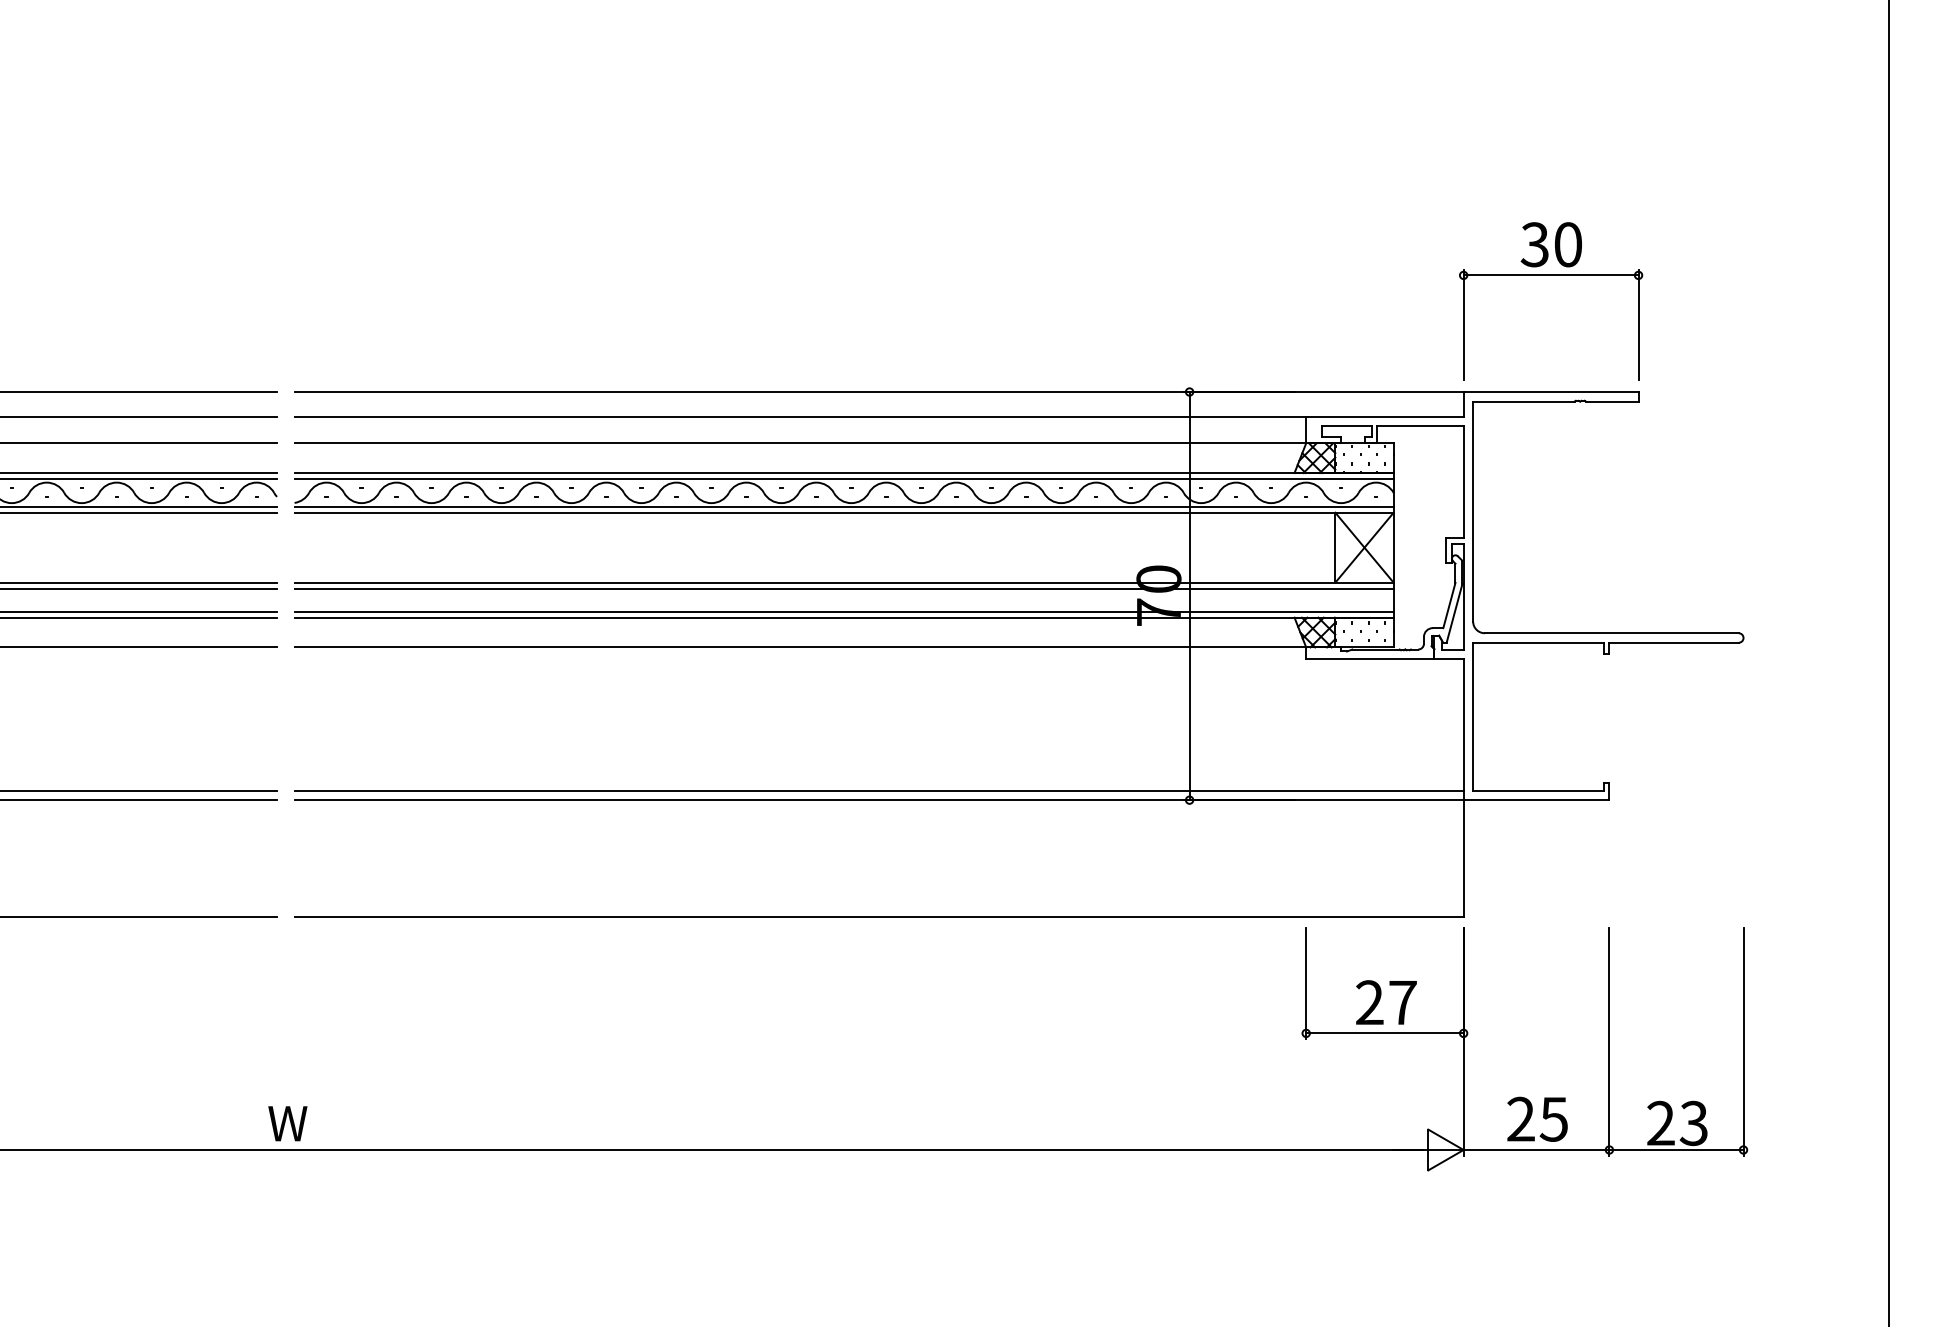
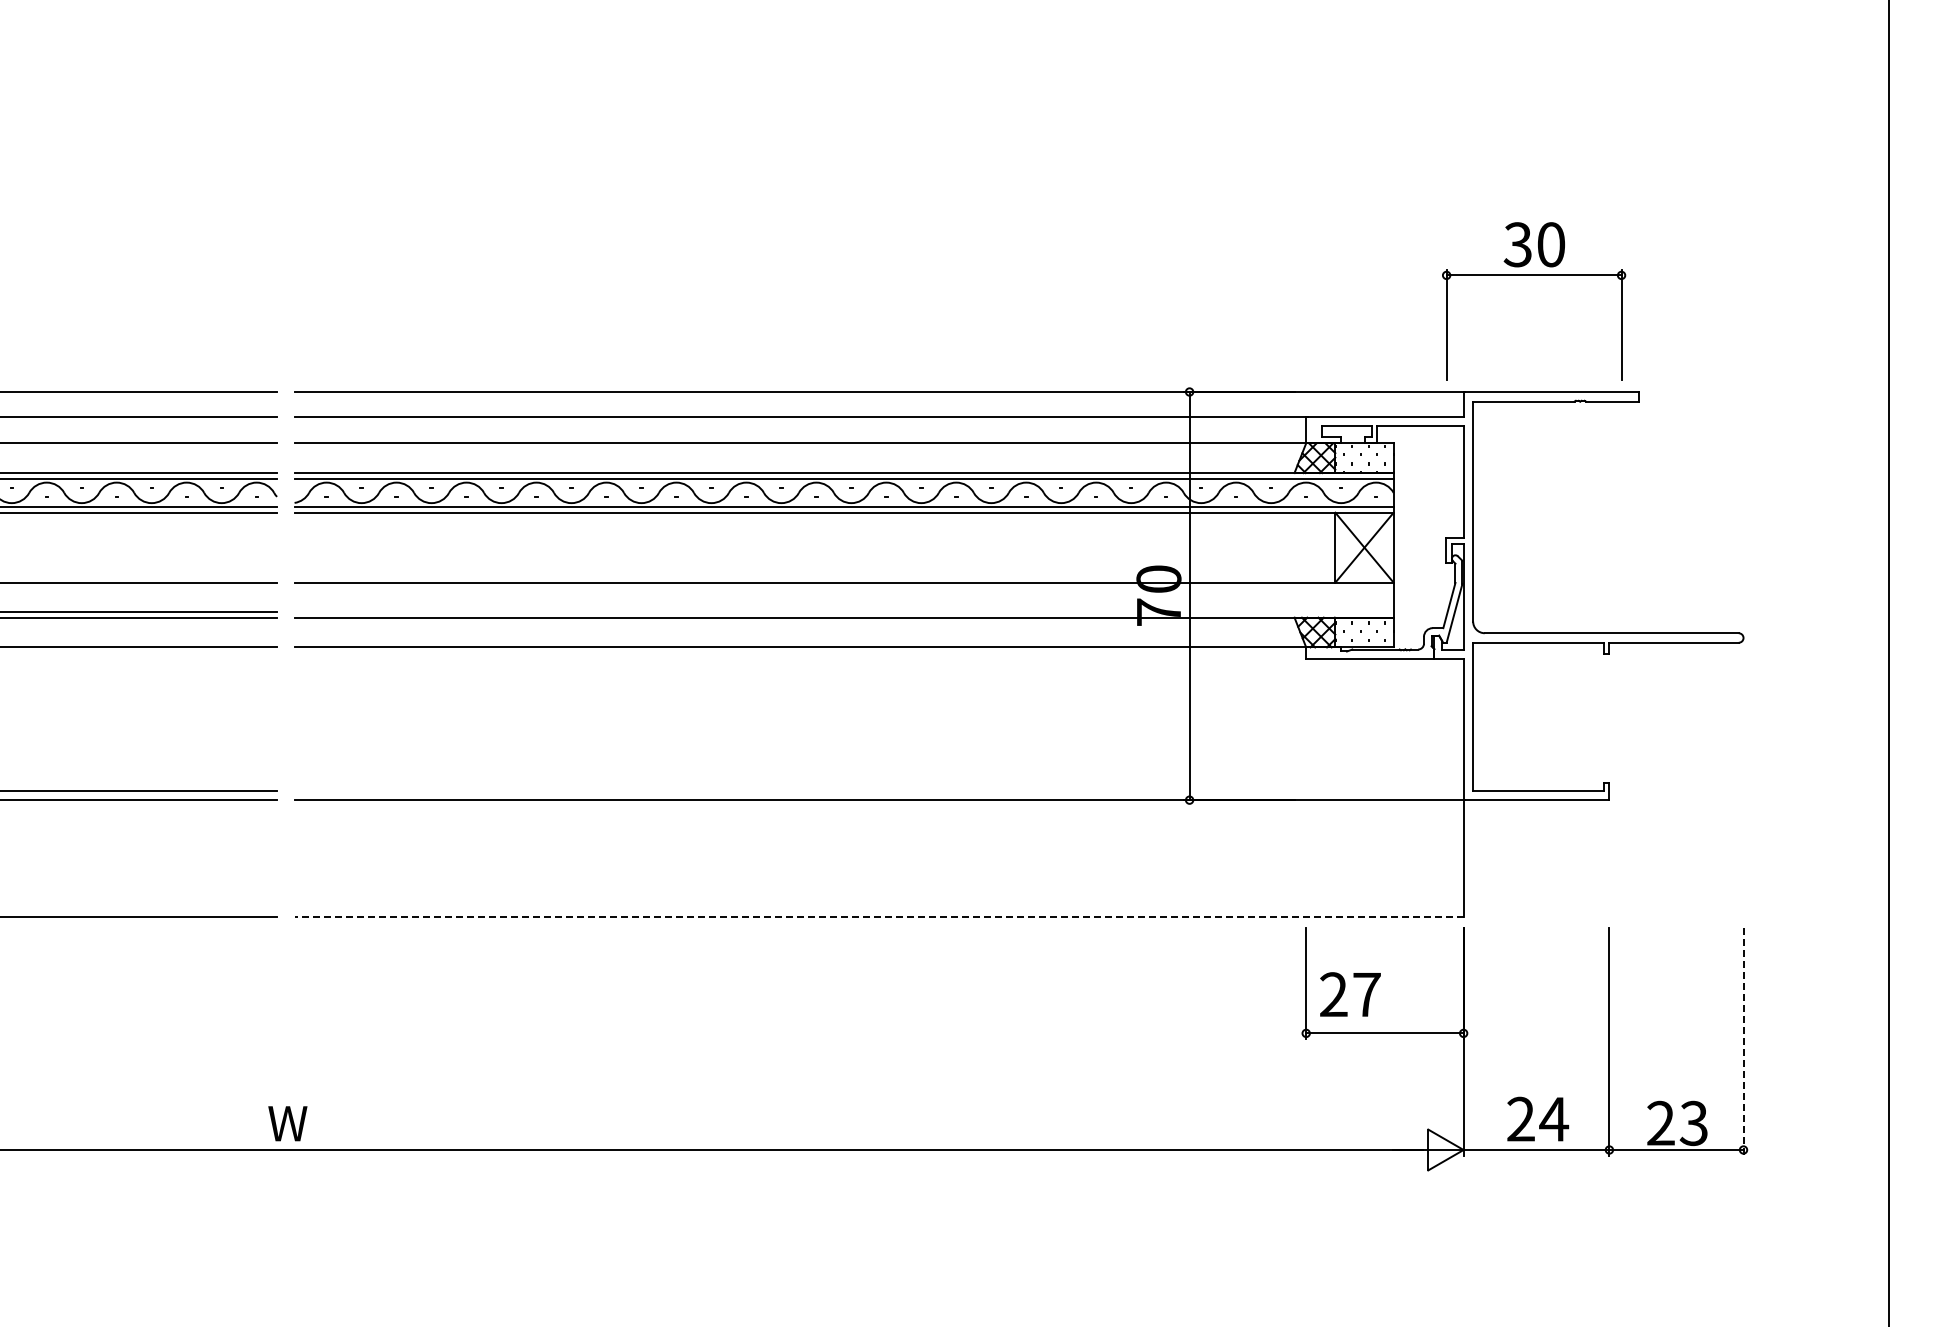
part at (1551, 275) position: (1551, 275) -> (1534, 275)
line at (139, 588): present -> none
line at (843, 588): present -> none
line at (843, 611): present -> none
line at (878, 790): present -> none
line at (879, 916): solid -> dashed
text at (1386, 1002) position: (1386, 1002) -> (1350, 994)
line at (1743, 1042): solid -> dashed
text at (1554, 1119): 25 -> 24
